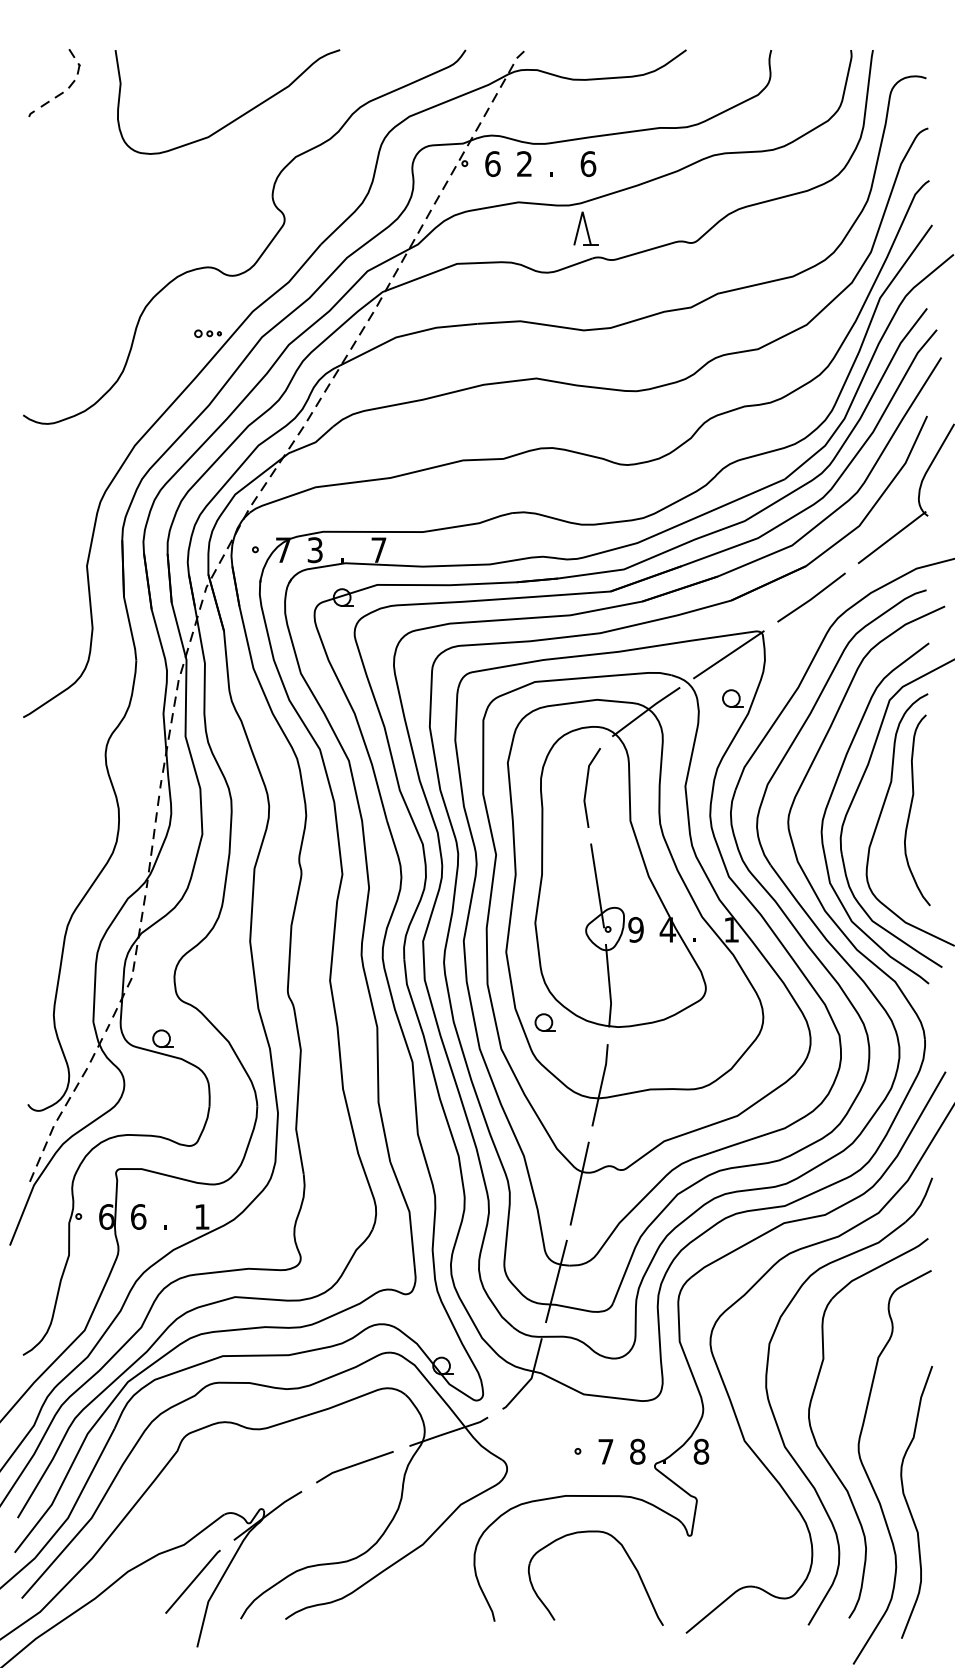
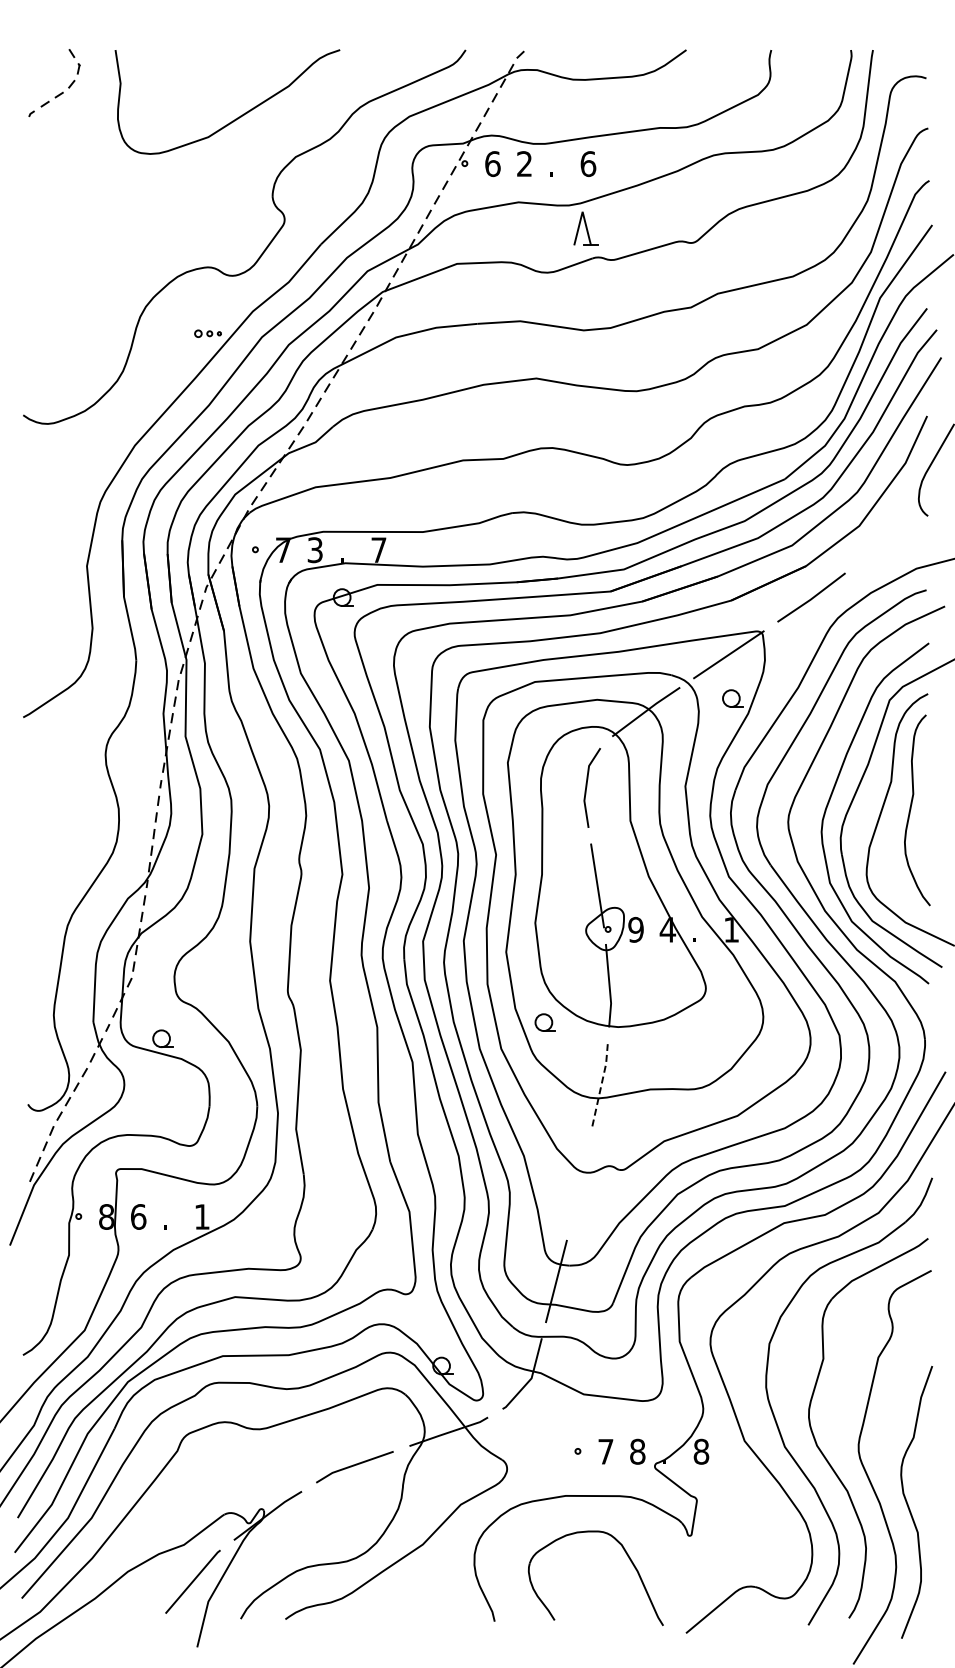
line at (891, 537): present -> none
line at (601, 1084): solid -> dashed
line at (579, 1183): present -> none
text at (106, 1216): 6 -> 8
